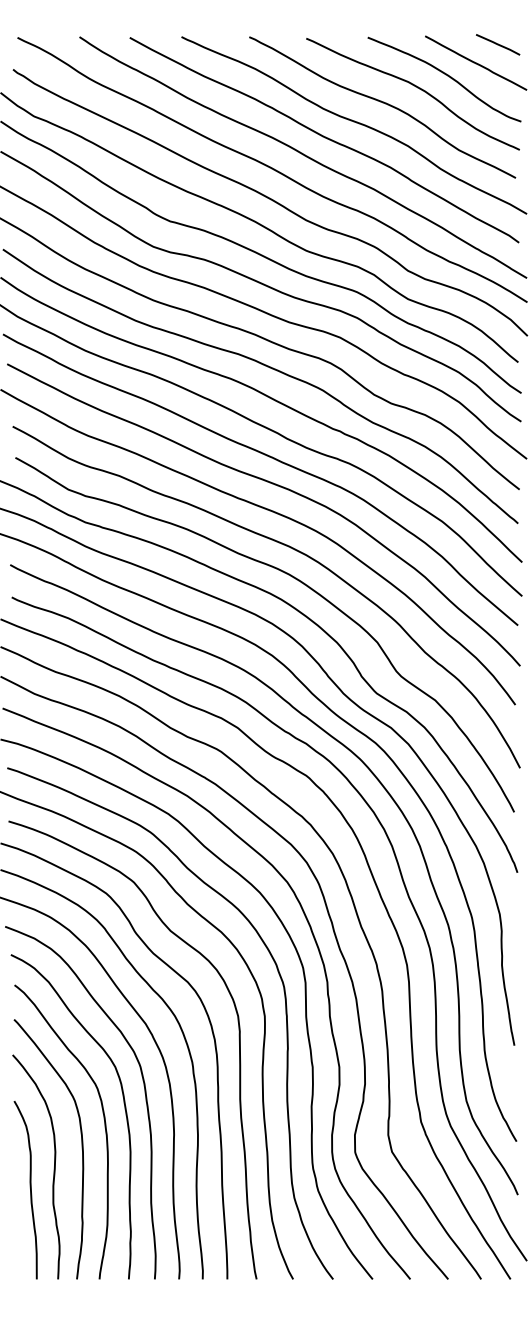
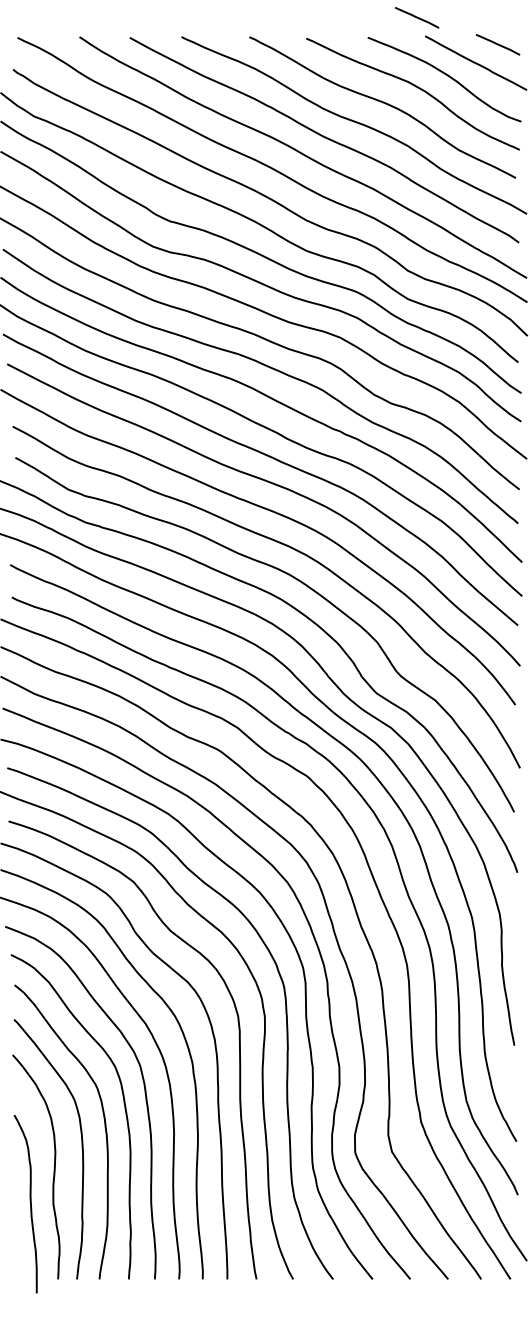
line at (417, 17): none -> present
curve at (29, 1187) position: (29, 1187) -> (29, 1201)
